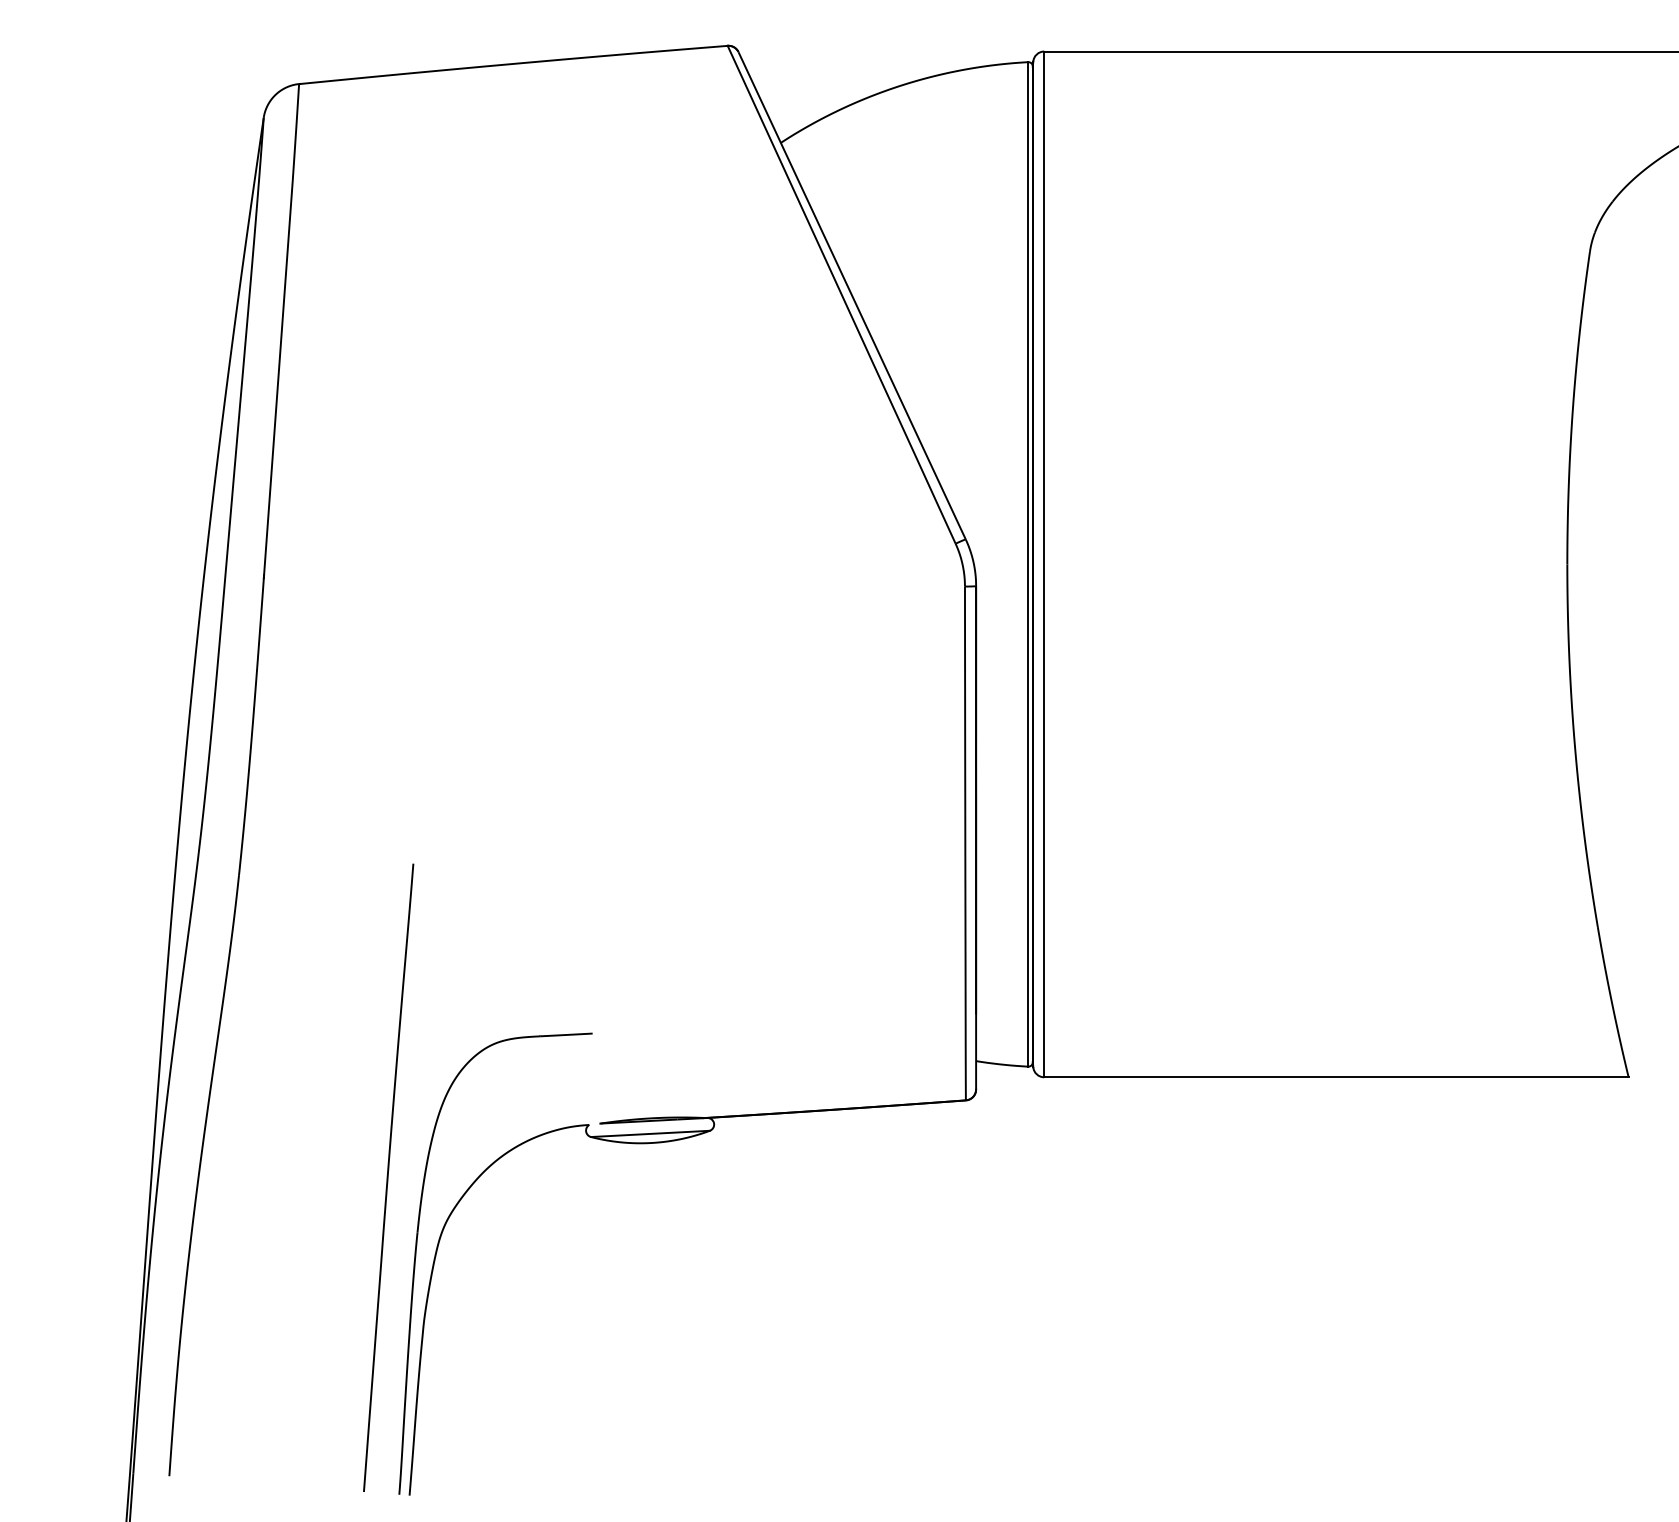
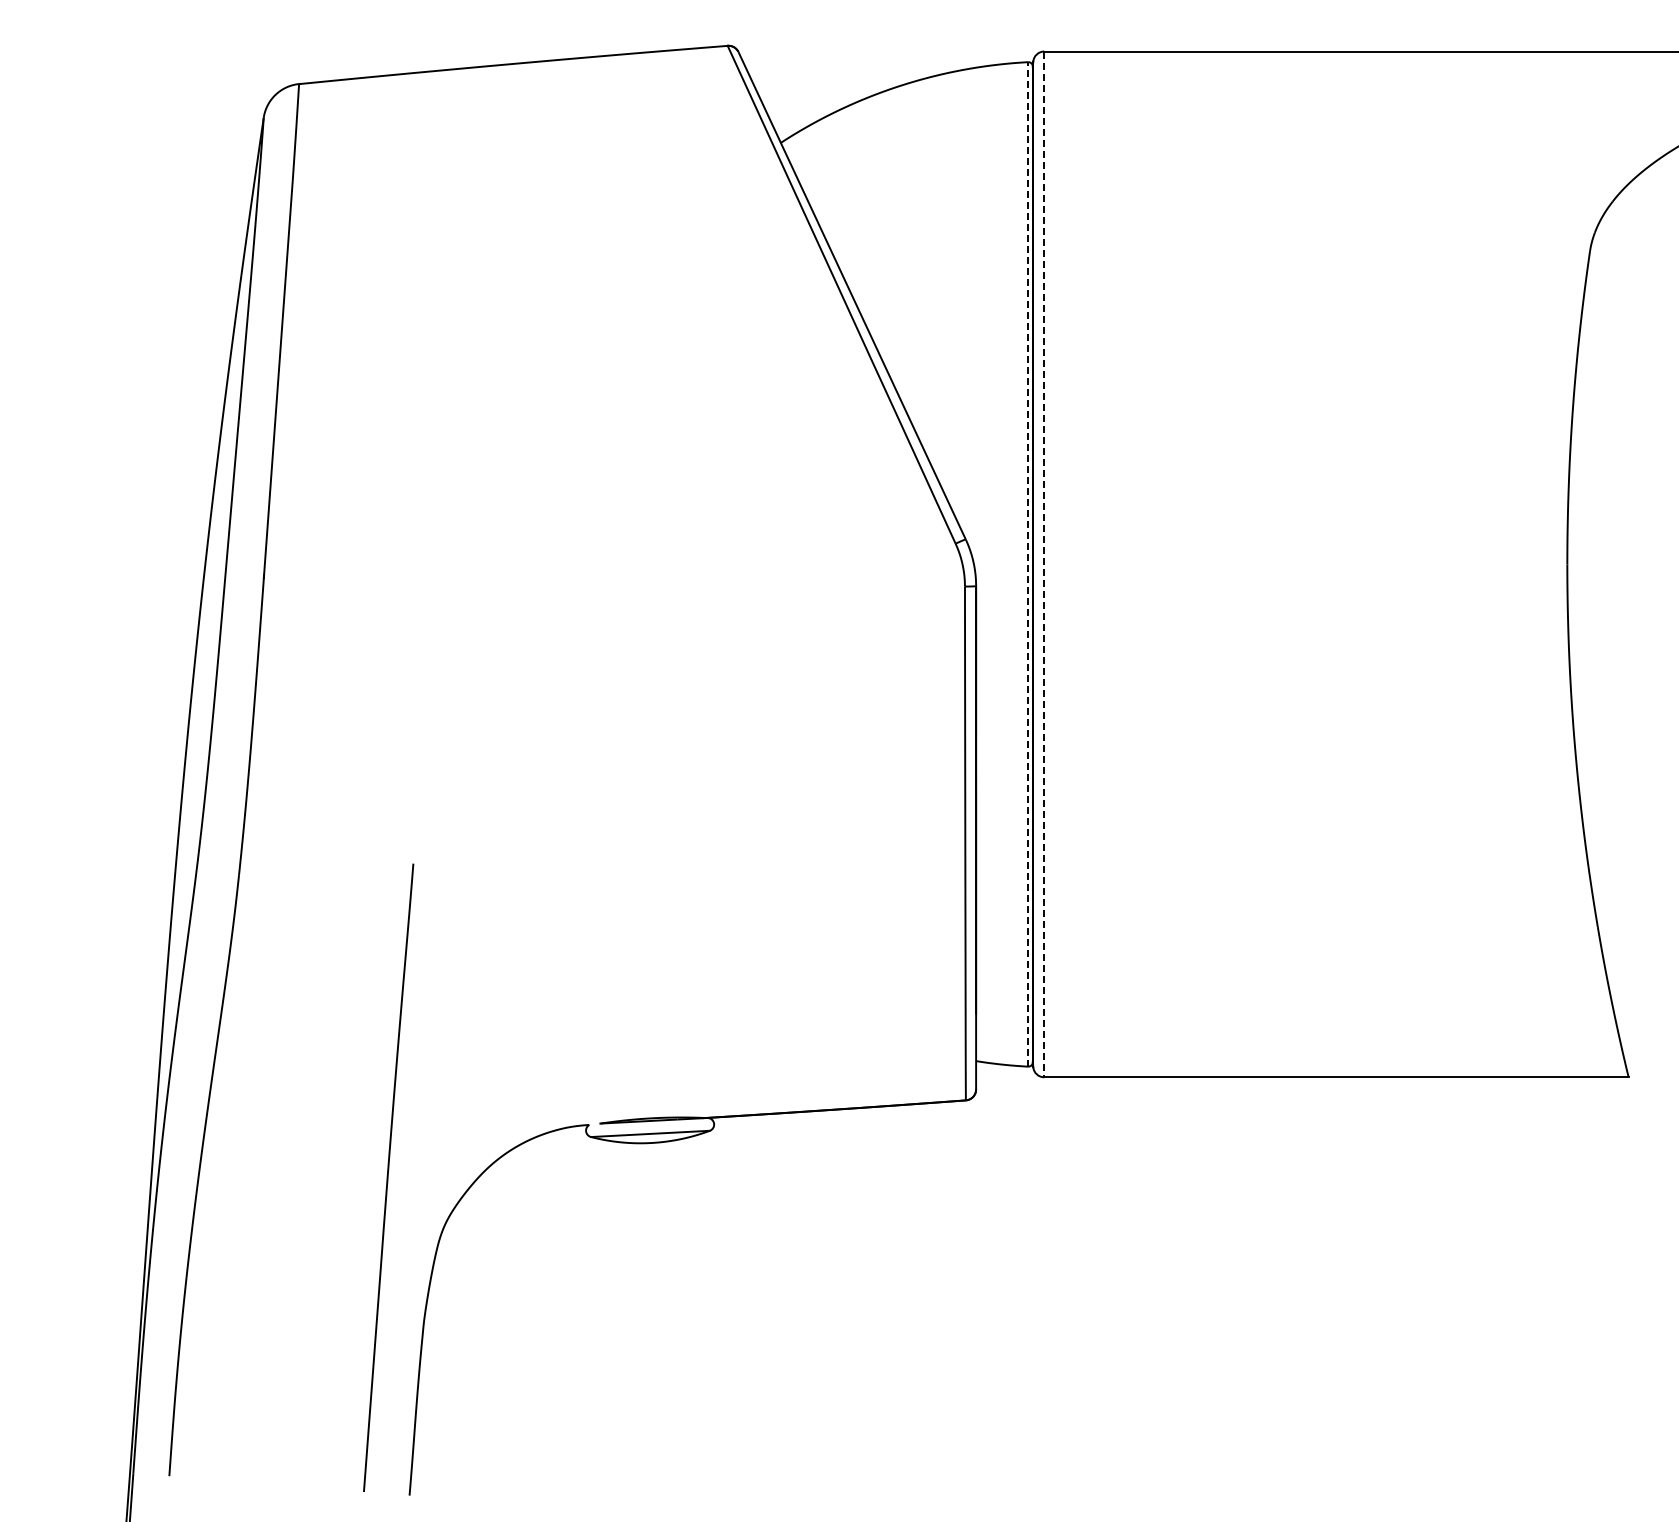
line at (1028, 563): solid -> dashed
line at (1044, 564): solid -> dashed
part at (416, 1257): present -> none
